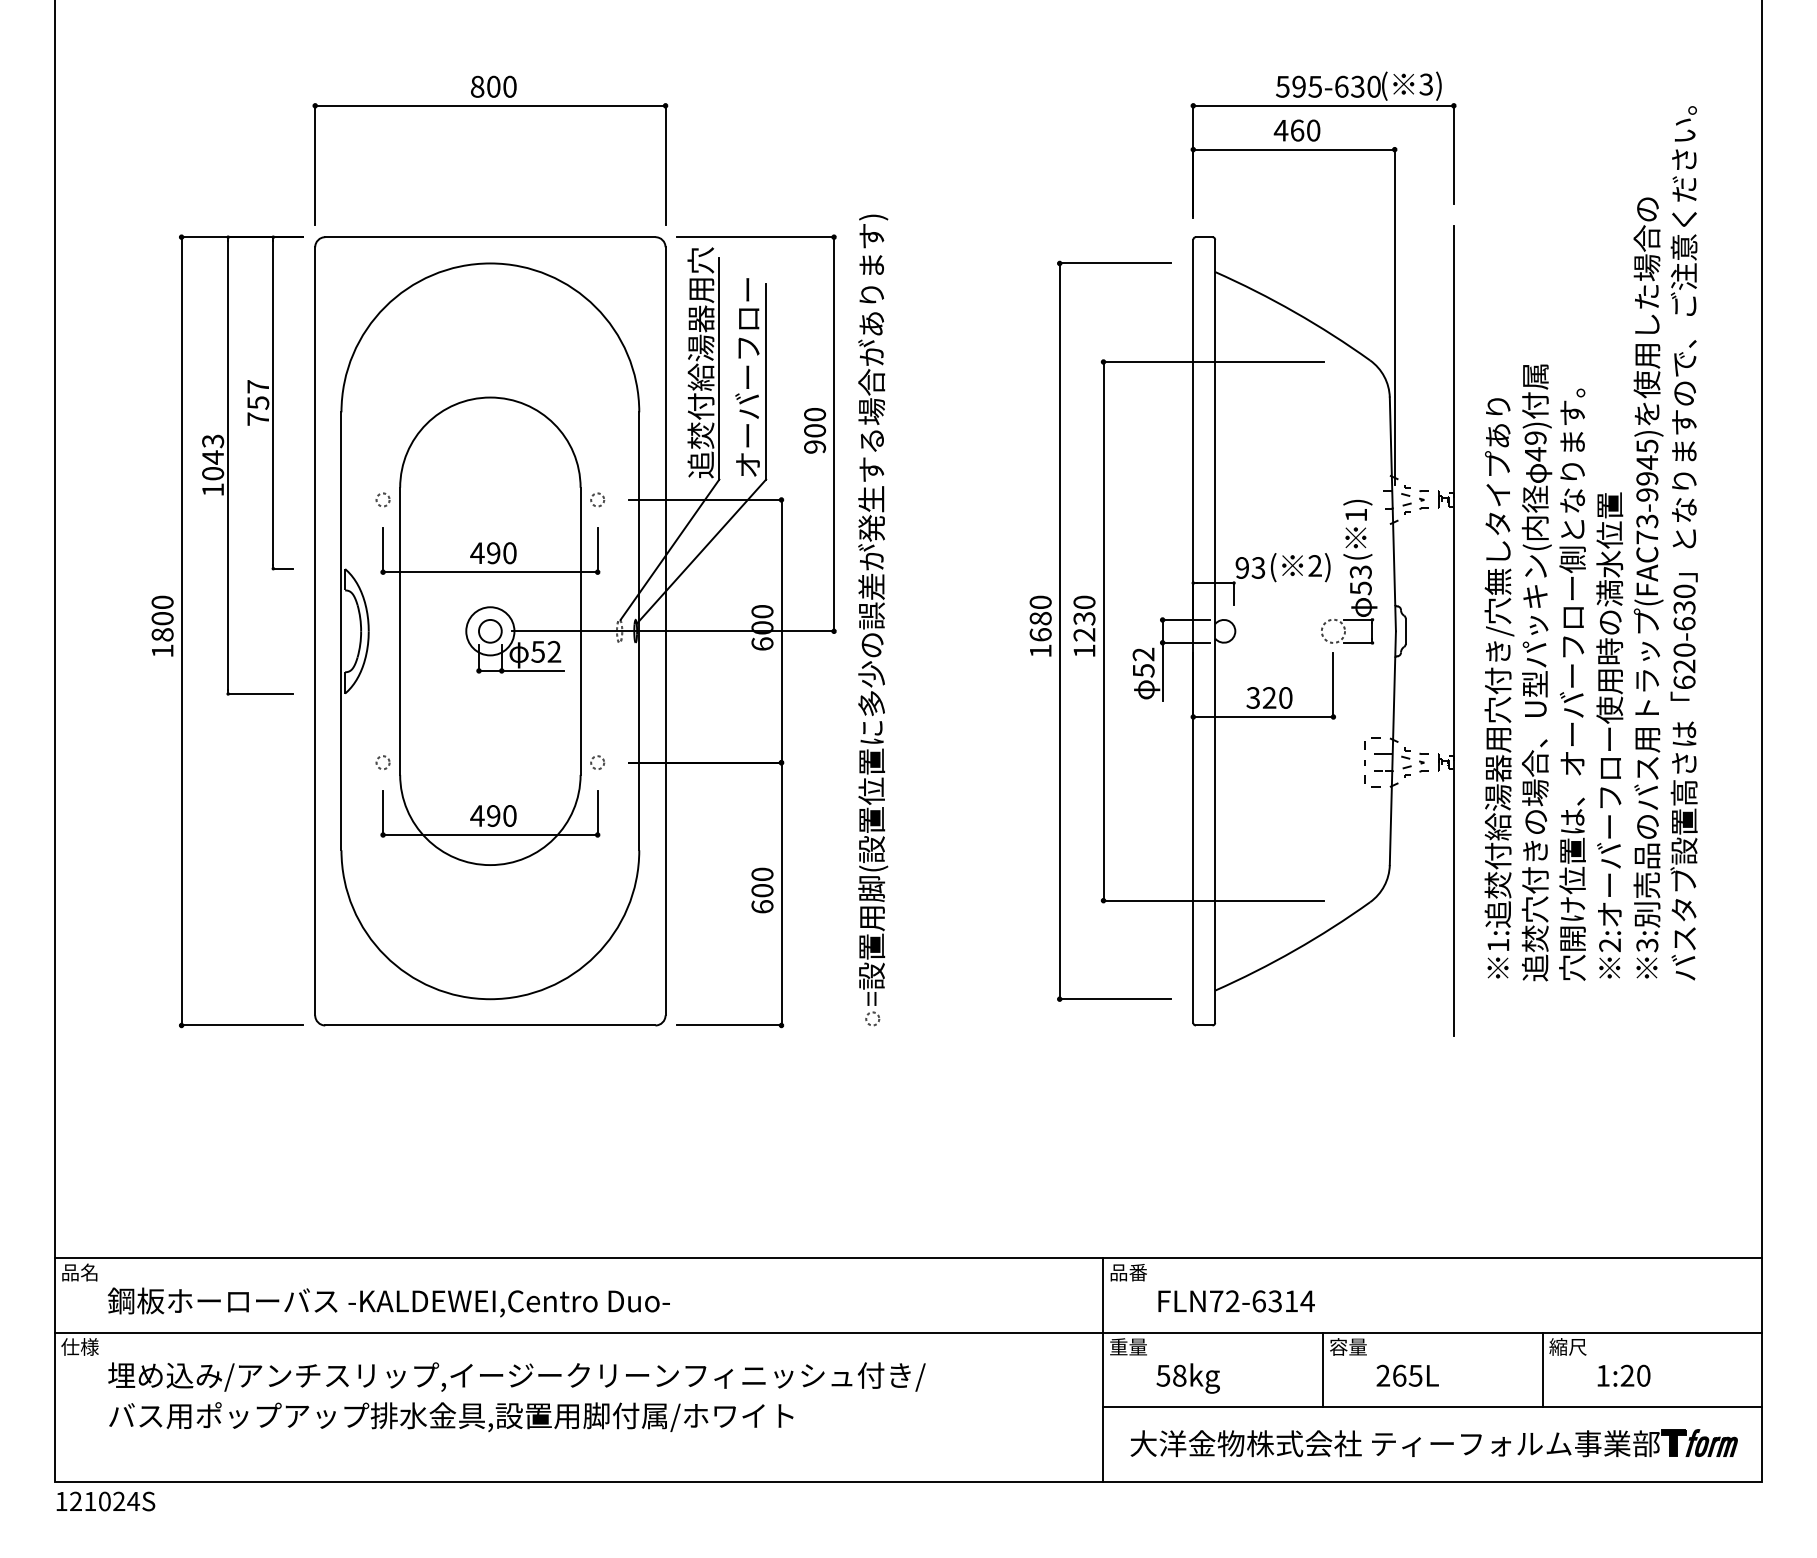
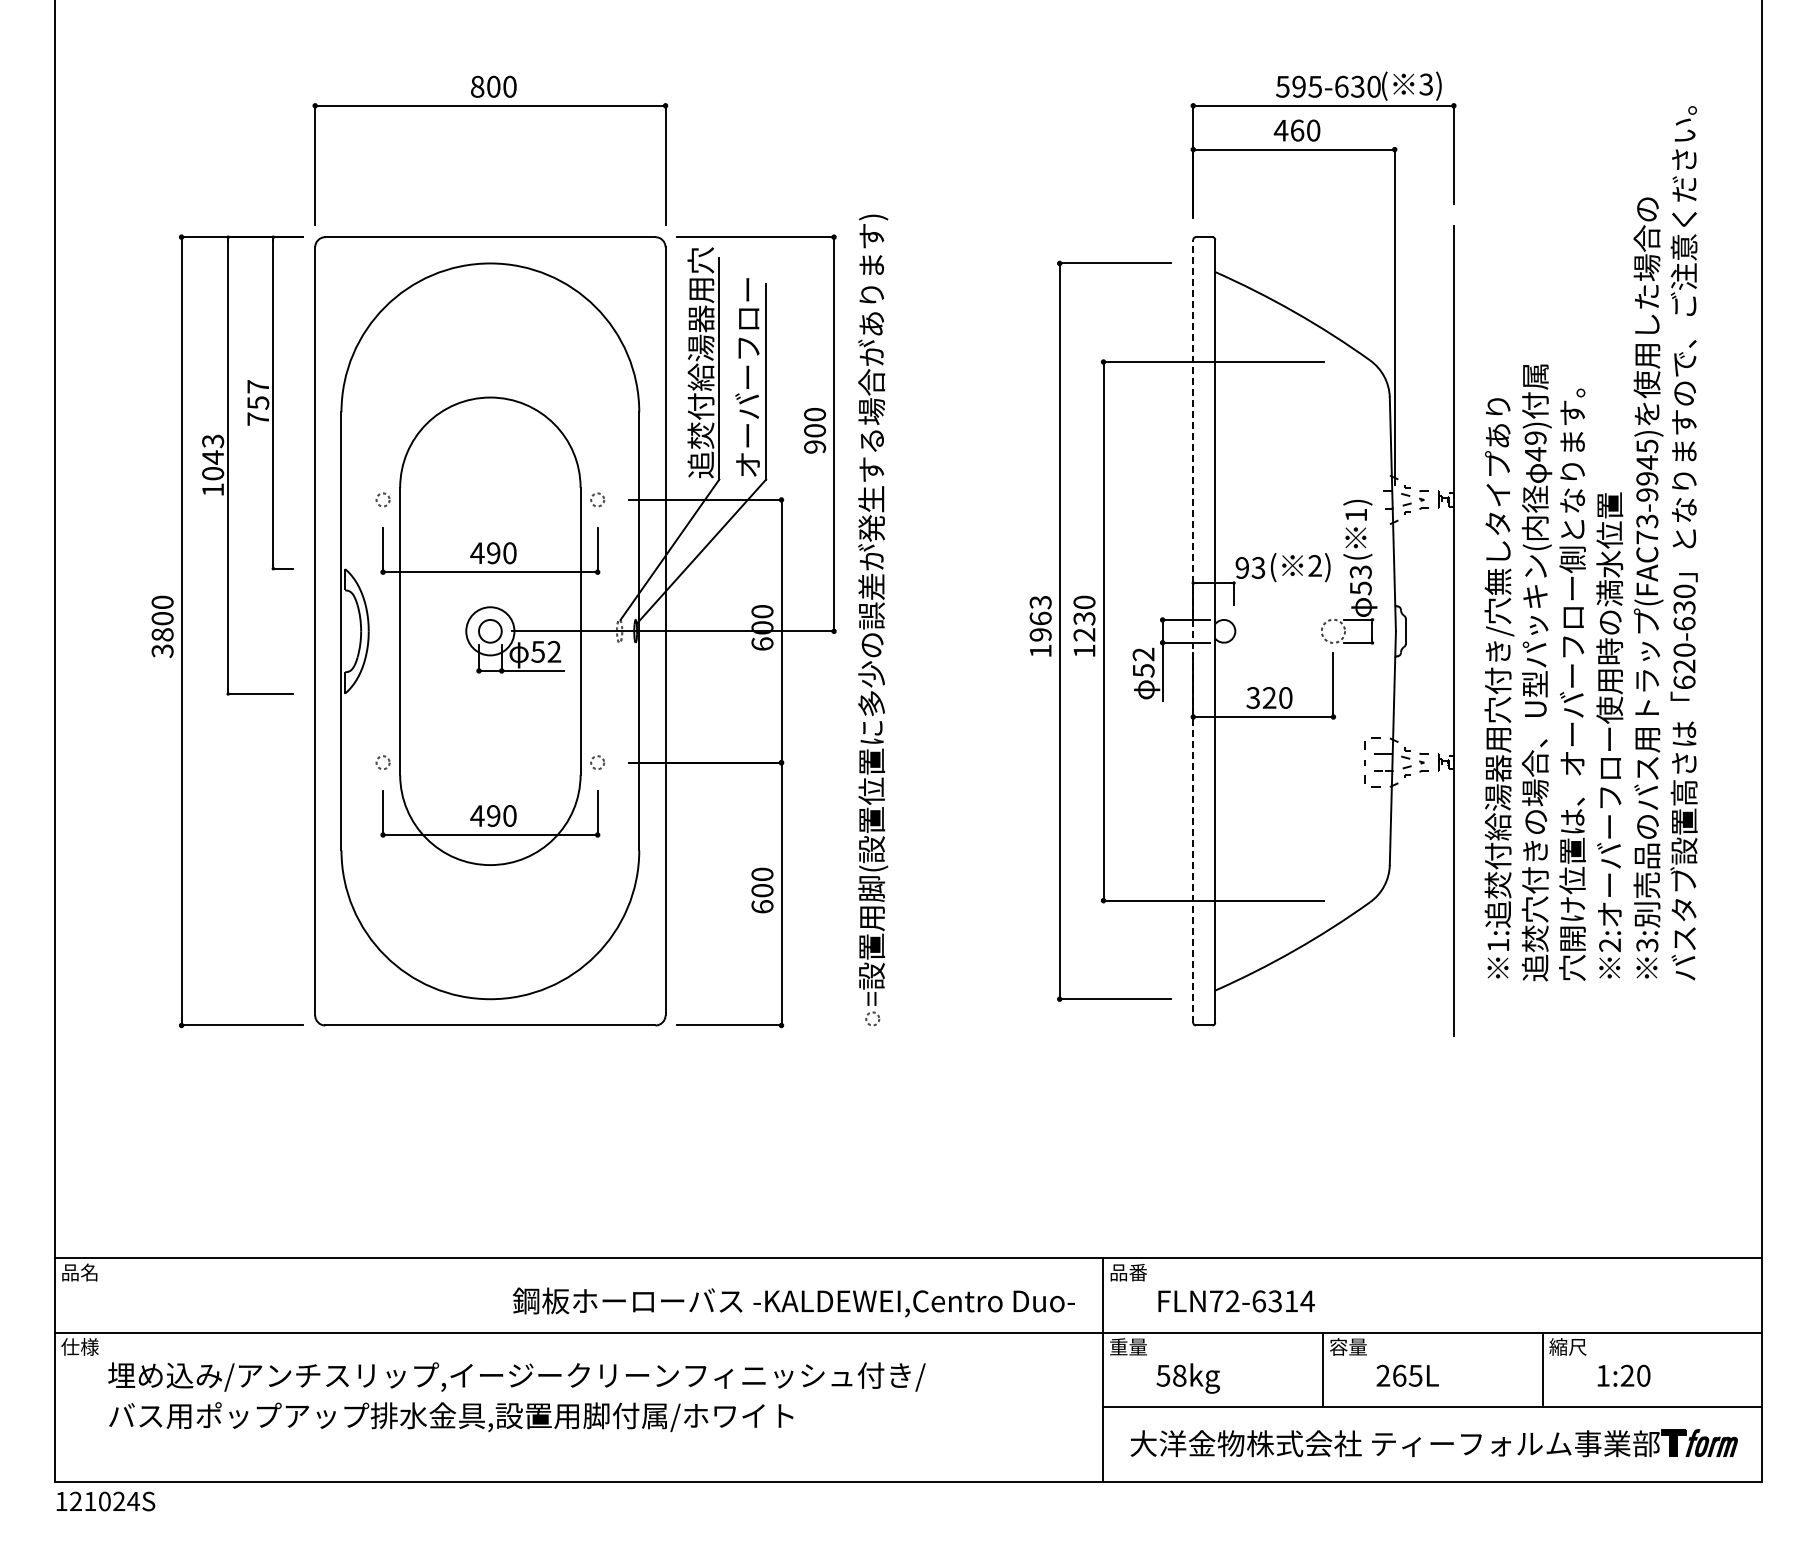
text at (1040, 618): 1680 -> 1963
line at (1193, 631): solid -> dashed
text at (162, 650): 1800 -> 3800
text at (388, 1302) position: (388, 1302) -> (793, 1302)
